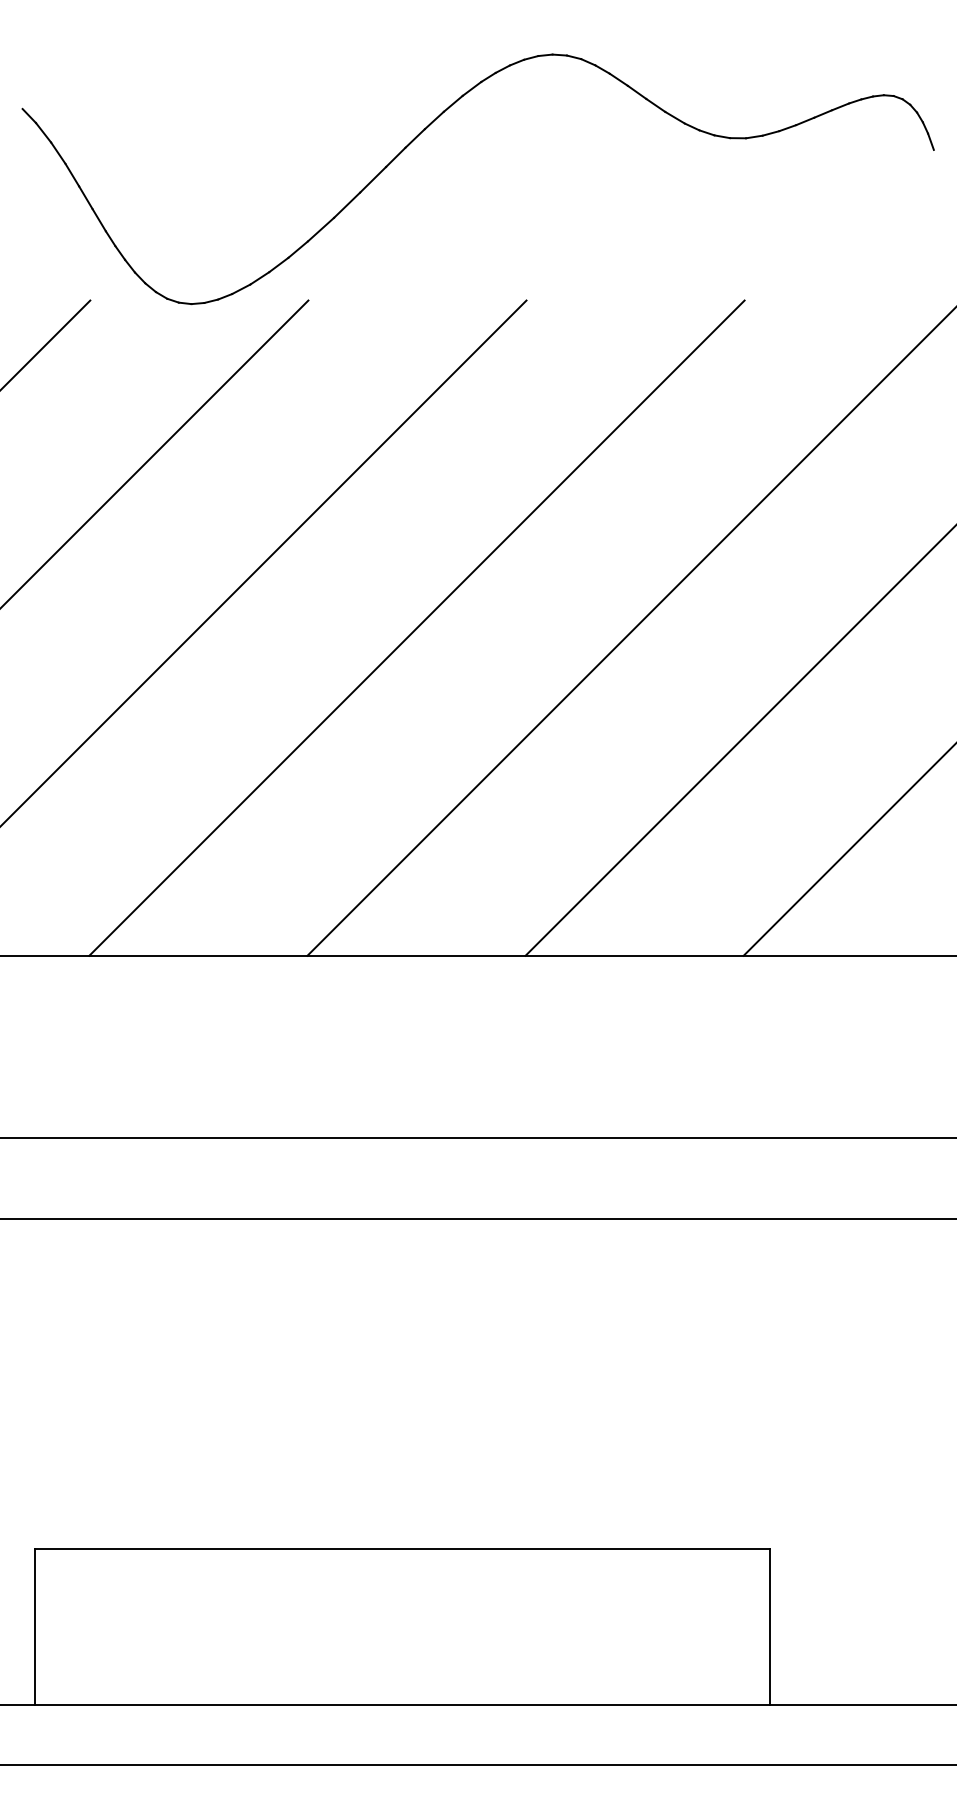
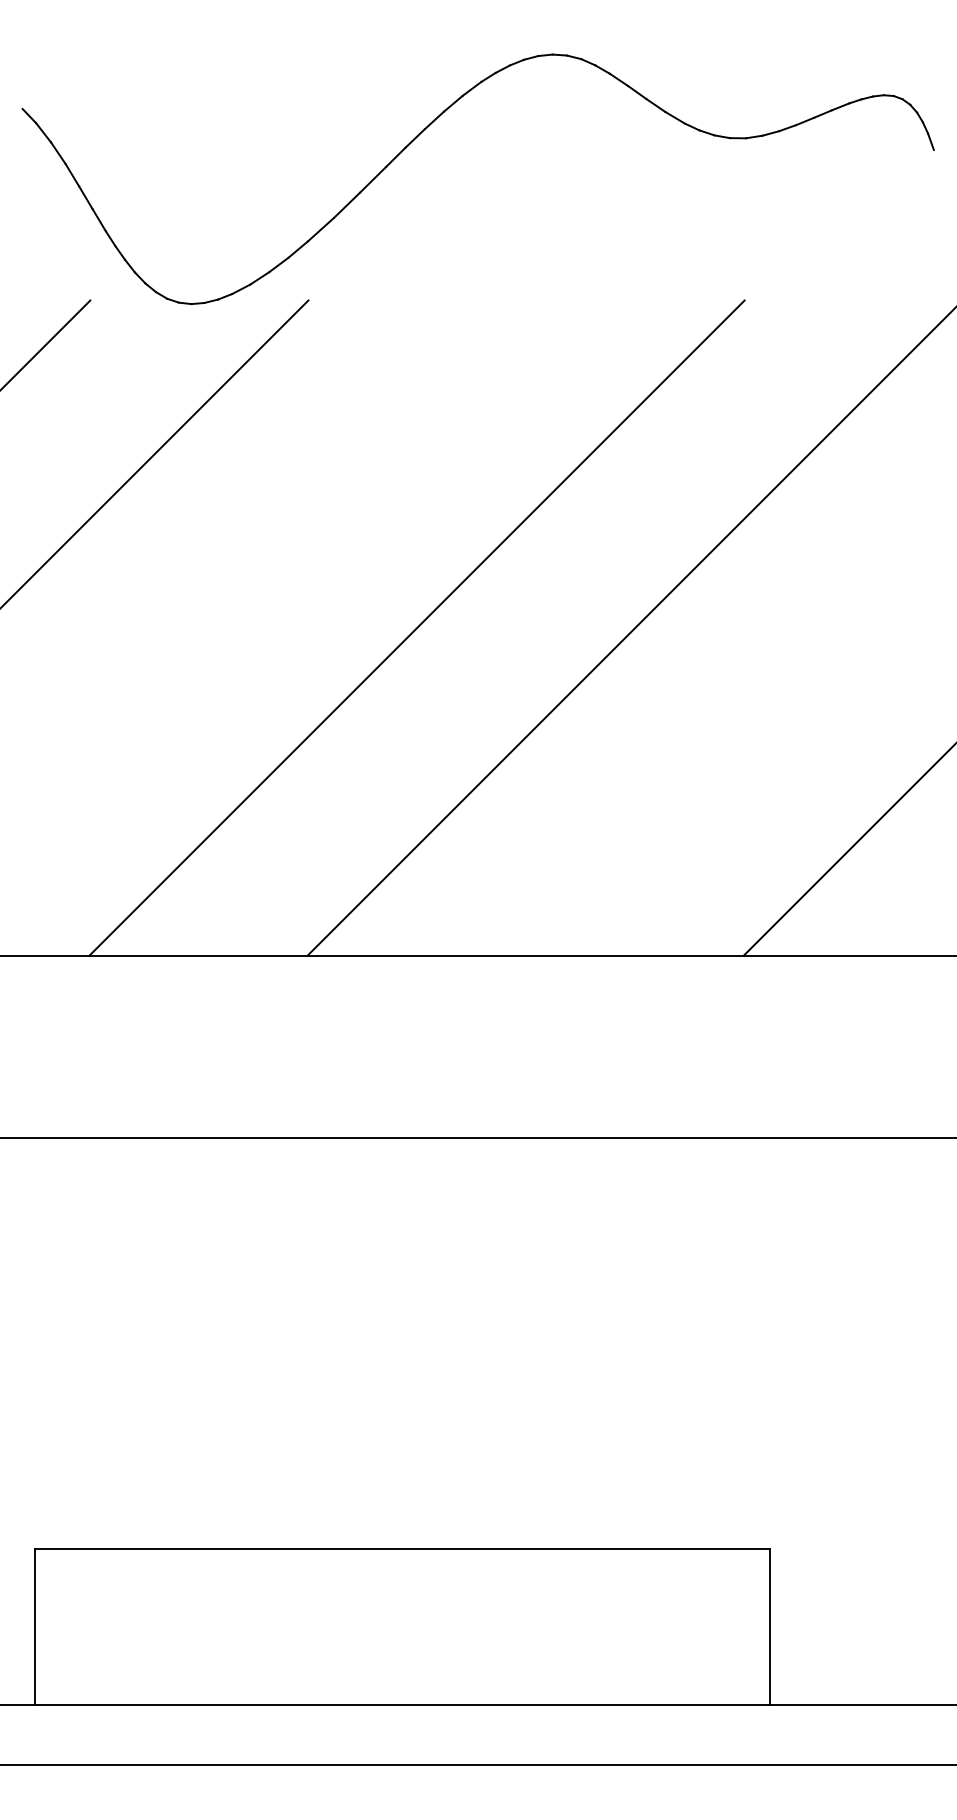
line at (264, 562): present -> none
line at (739, 741): present -> none
line at (477, 1218): present -> none
